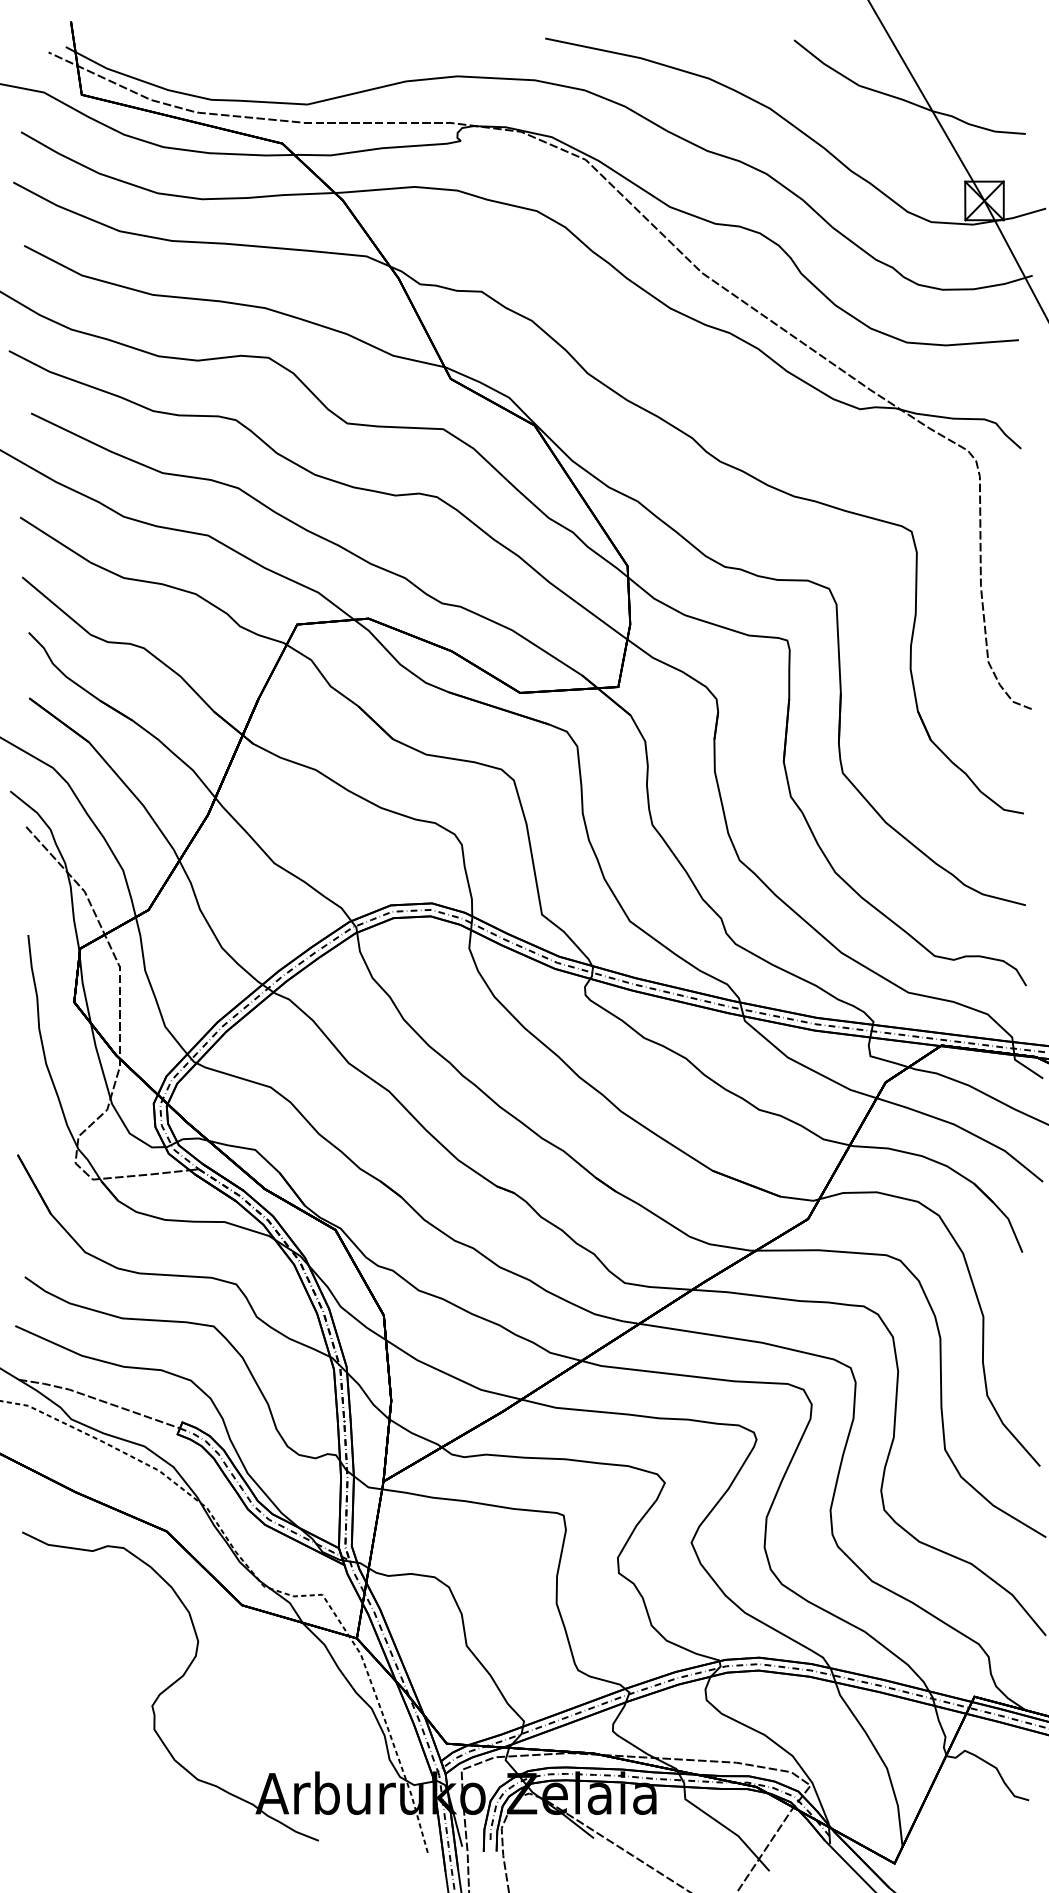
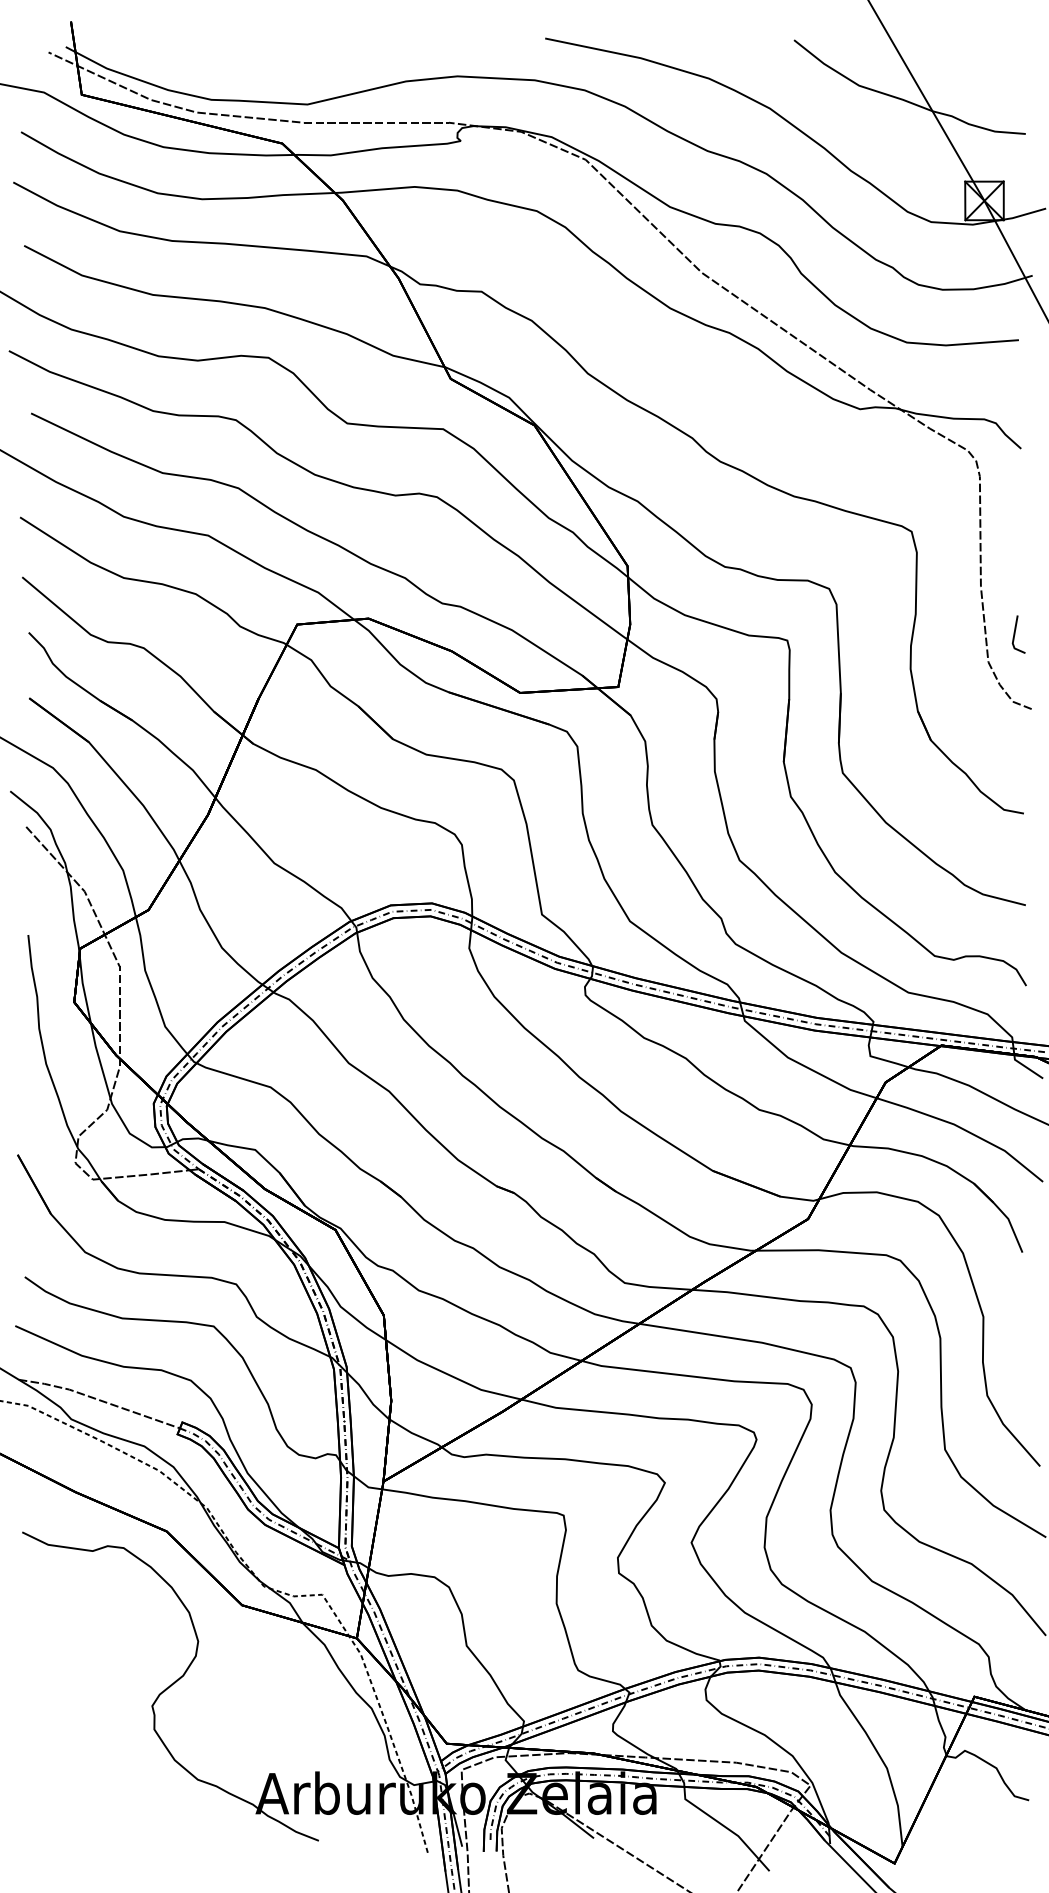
line at (1015, 634): none -> present
